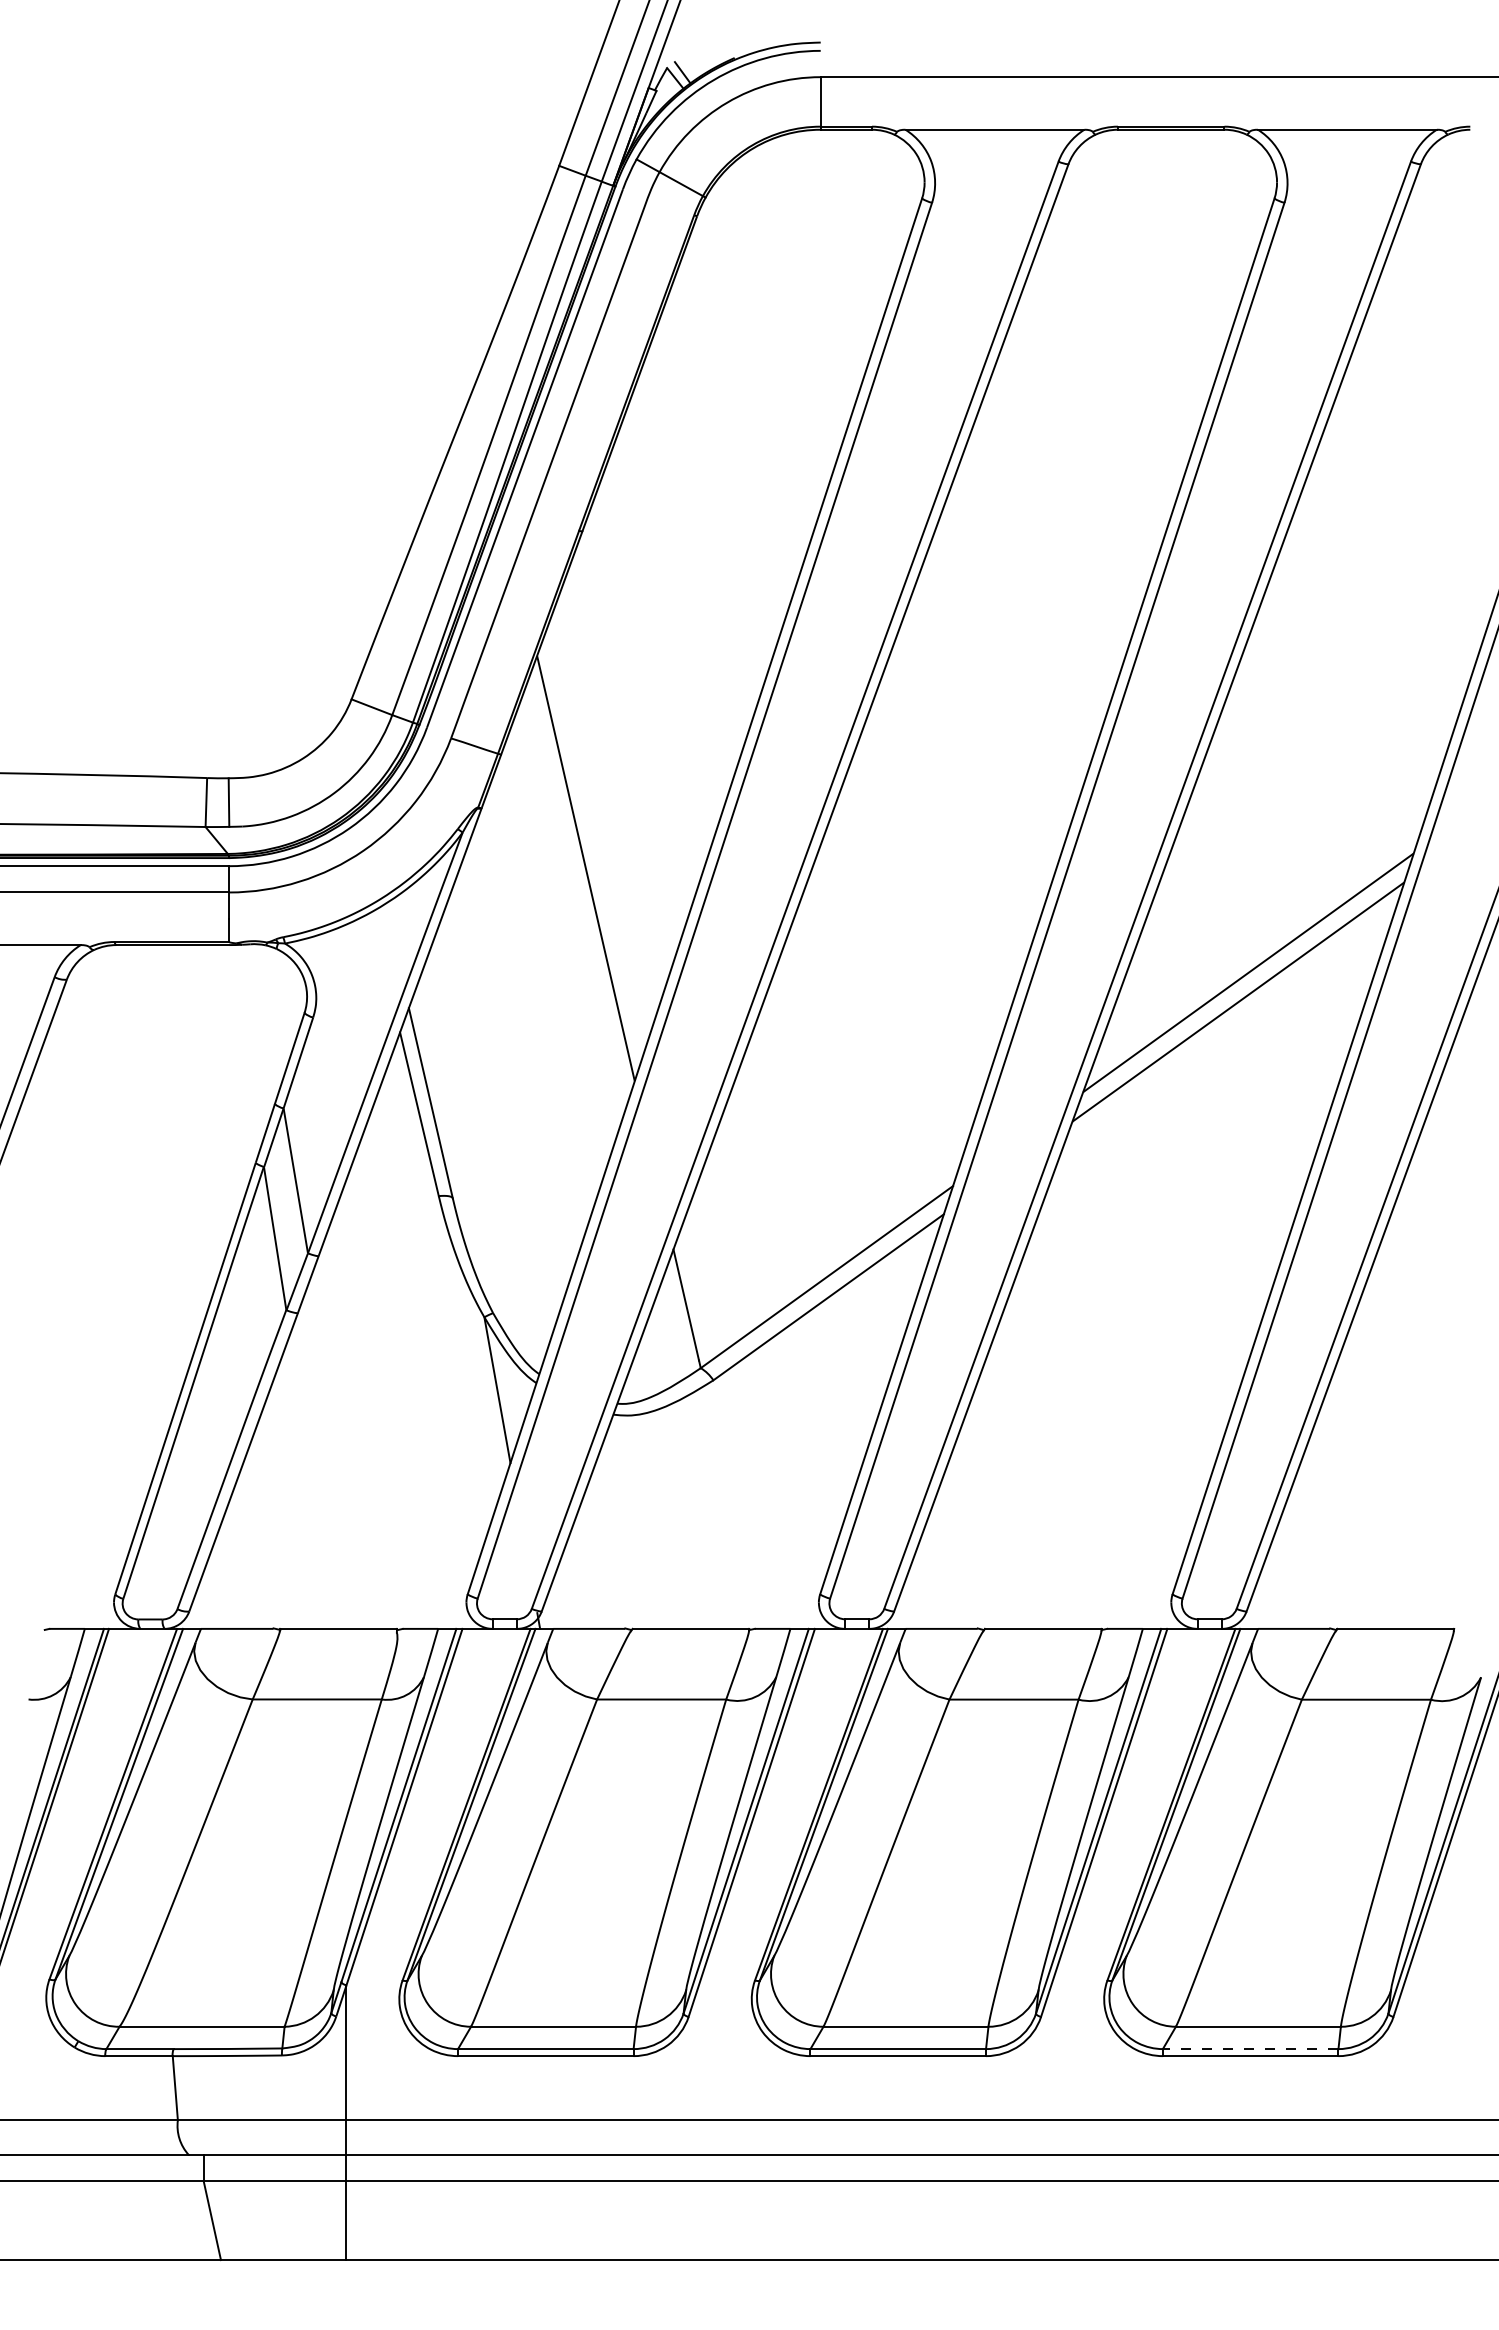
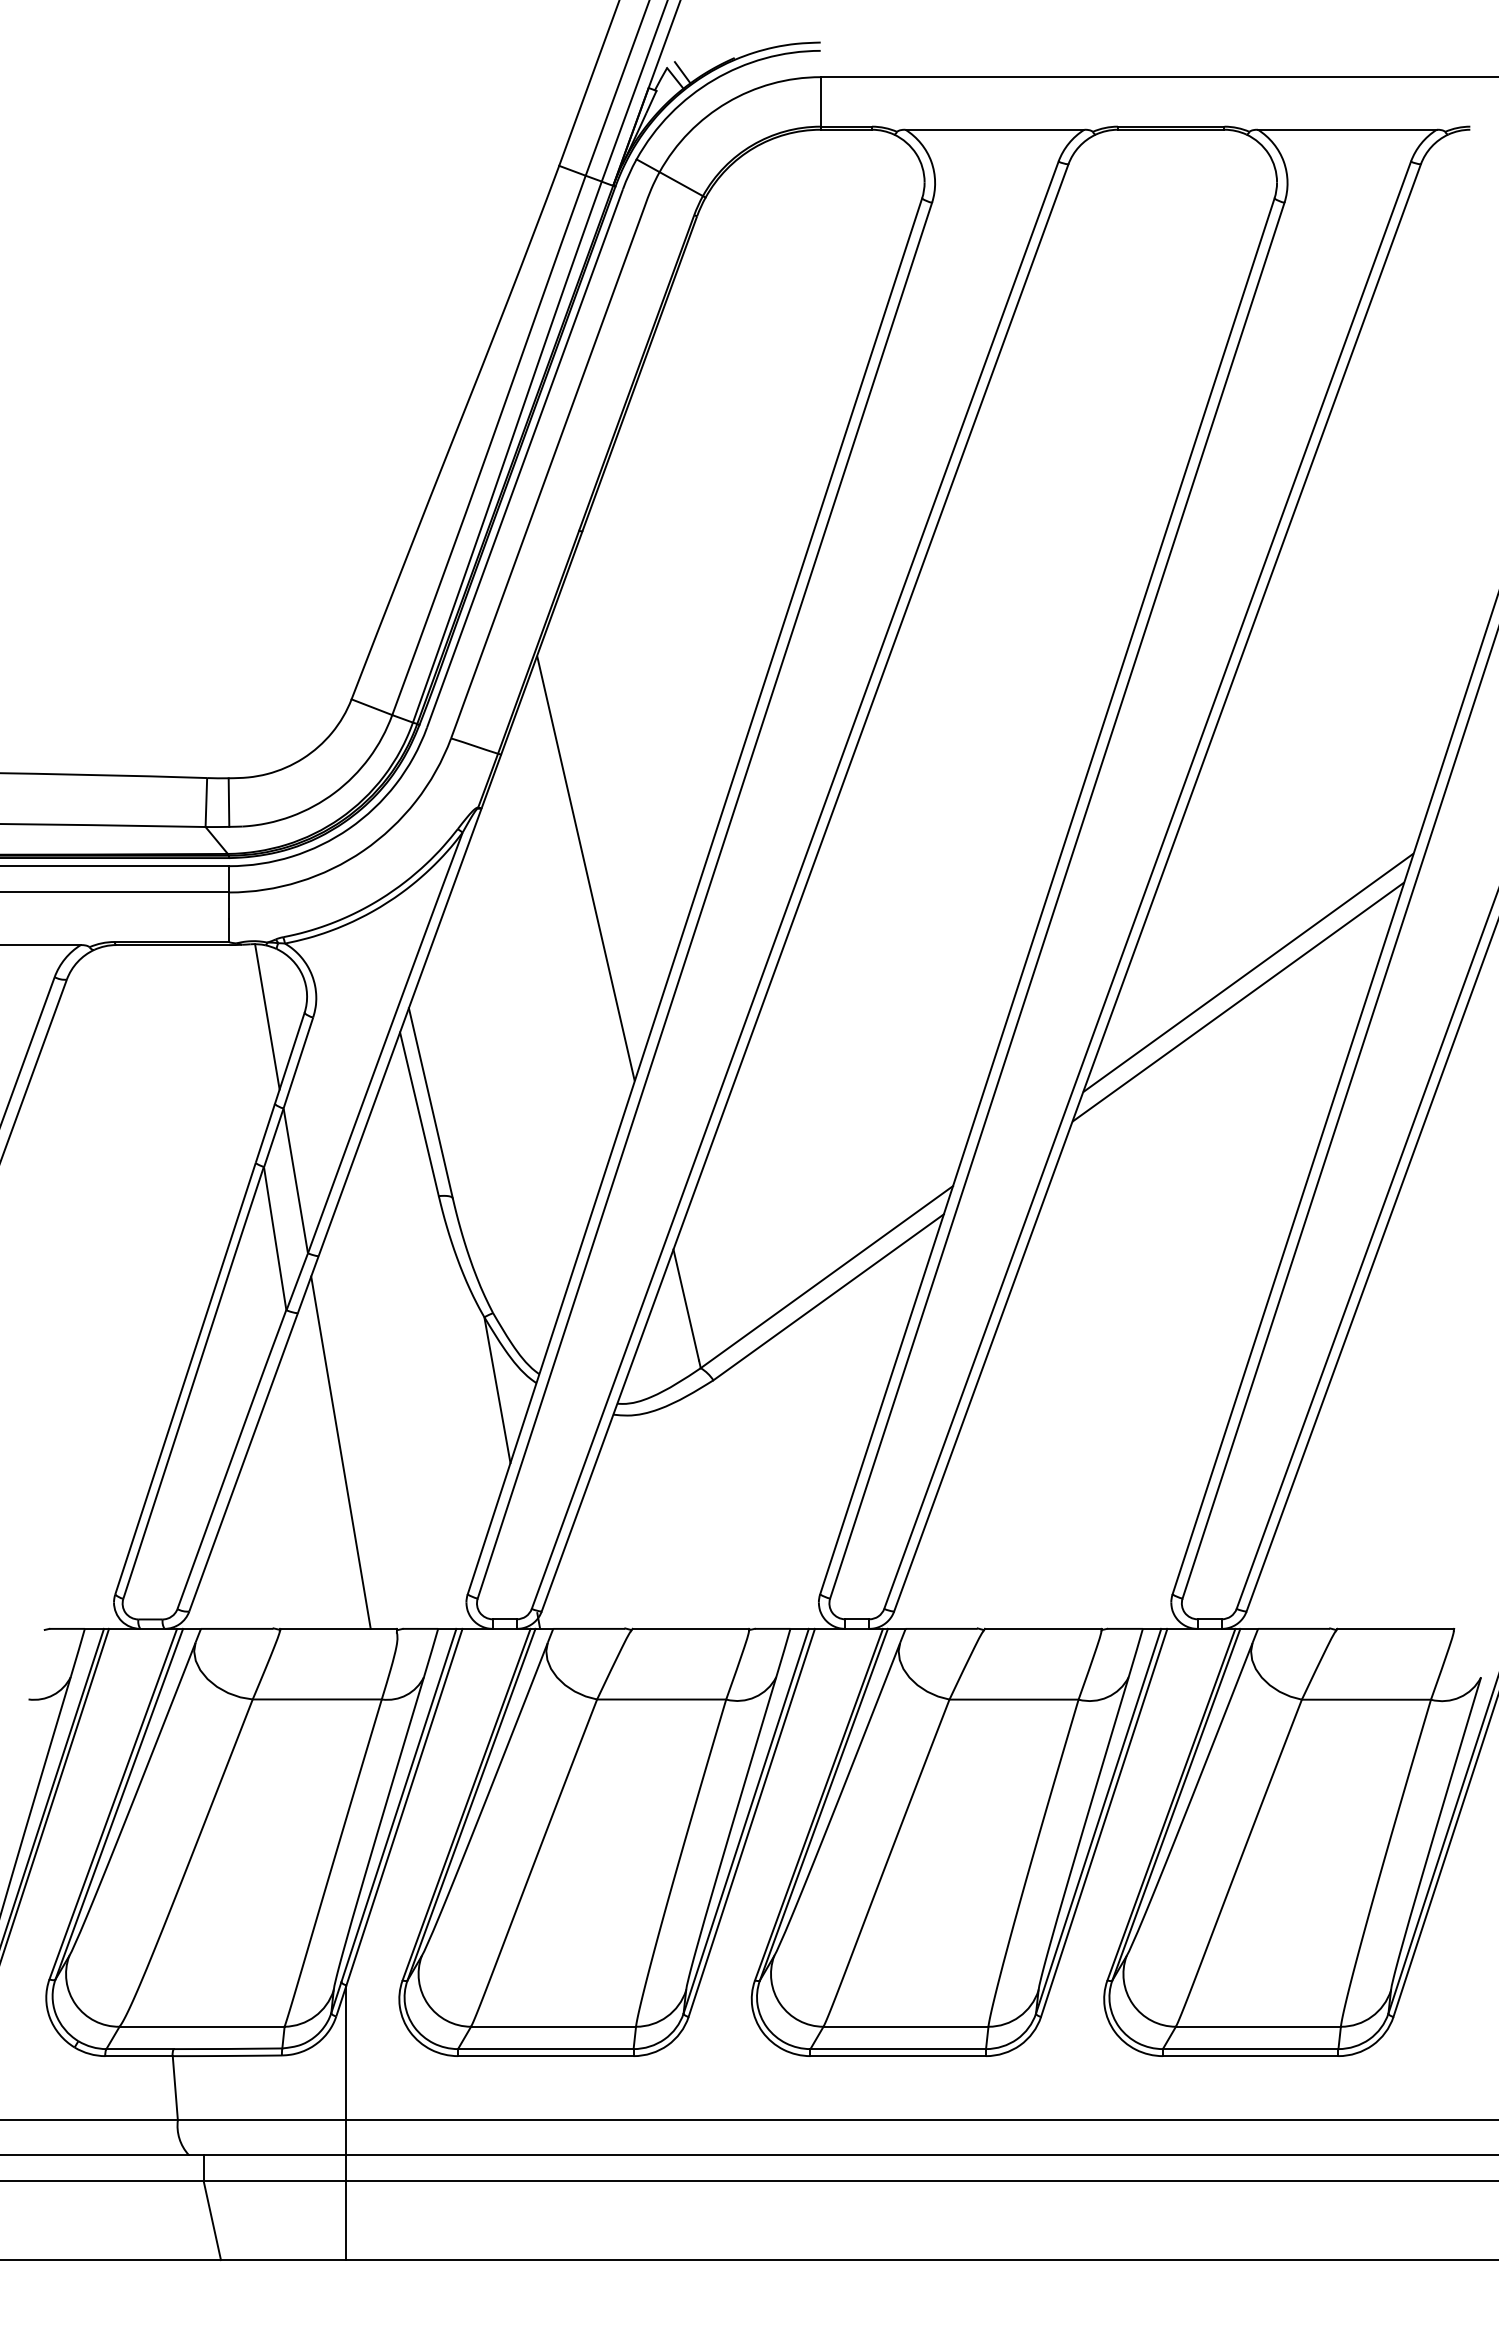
line at (267, 1016): none -> present
line at (340, 1452): none -> present
line at (1250, 2049): dashed -> solid
